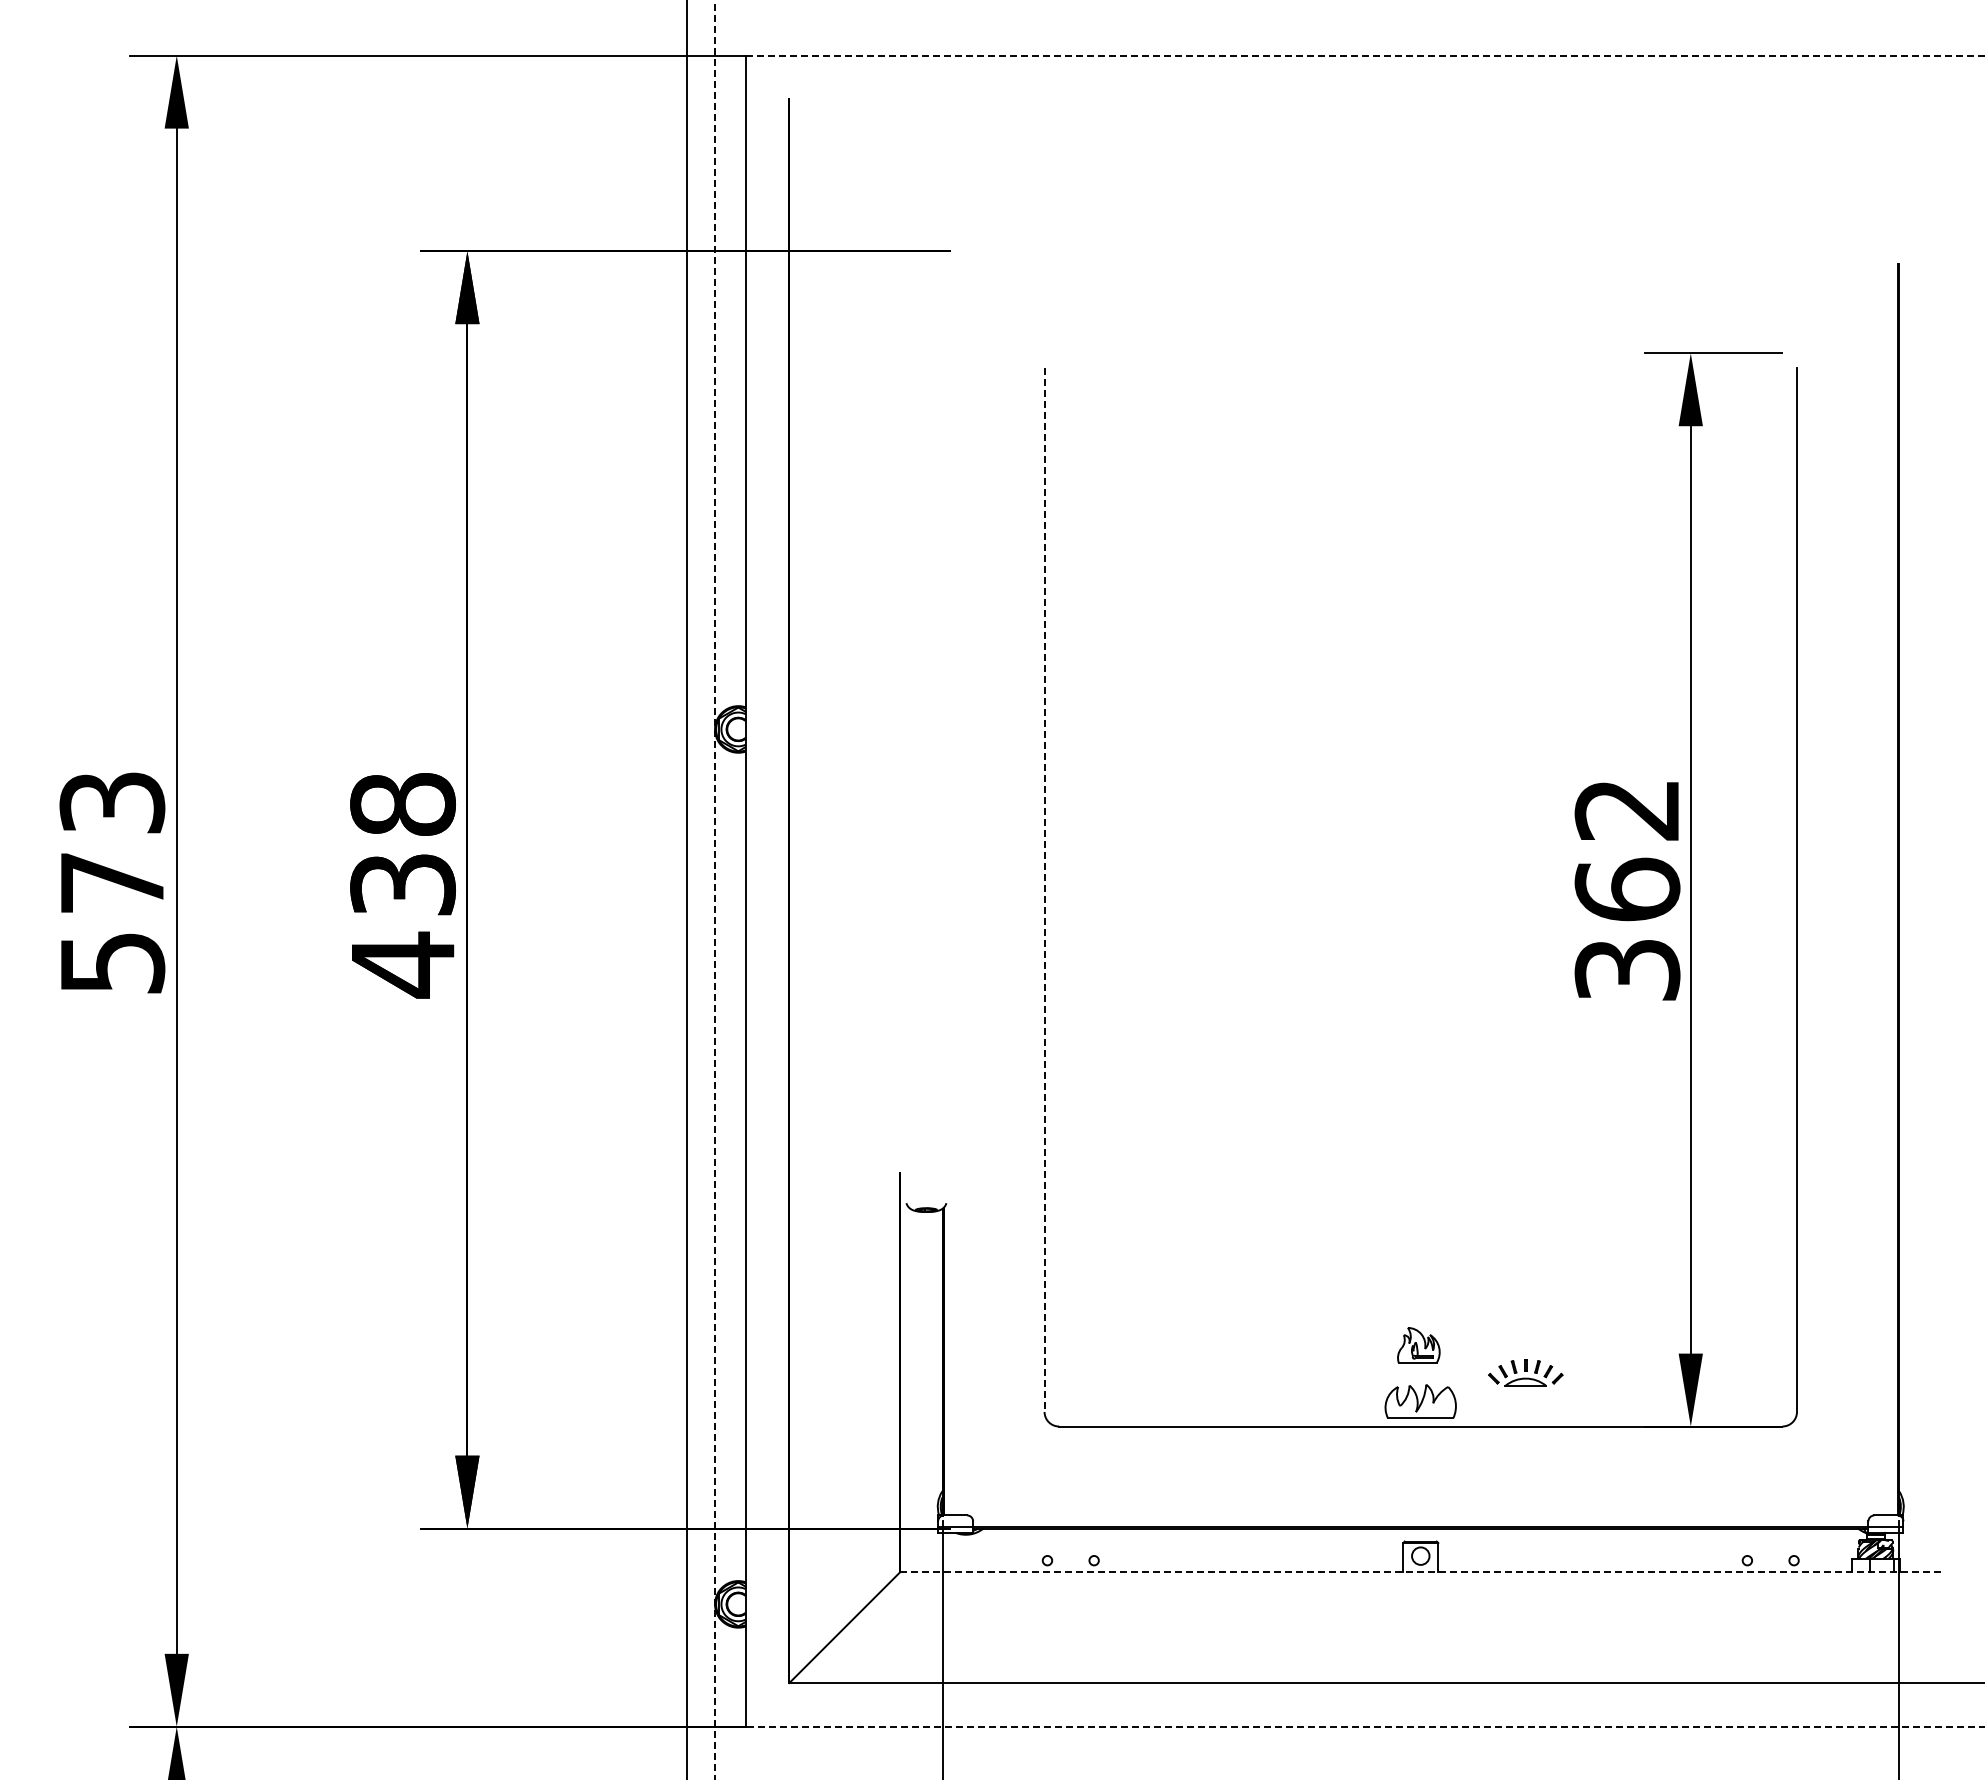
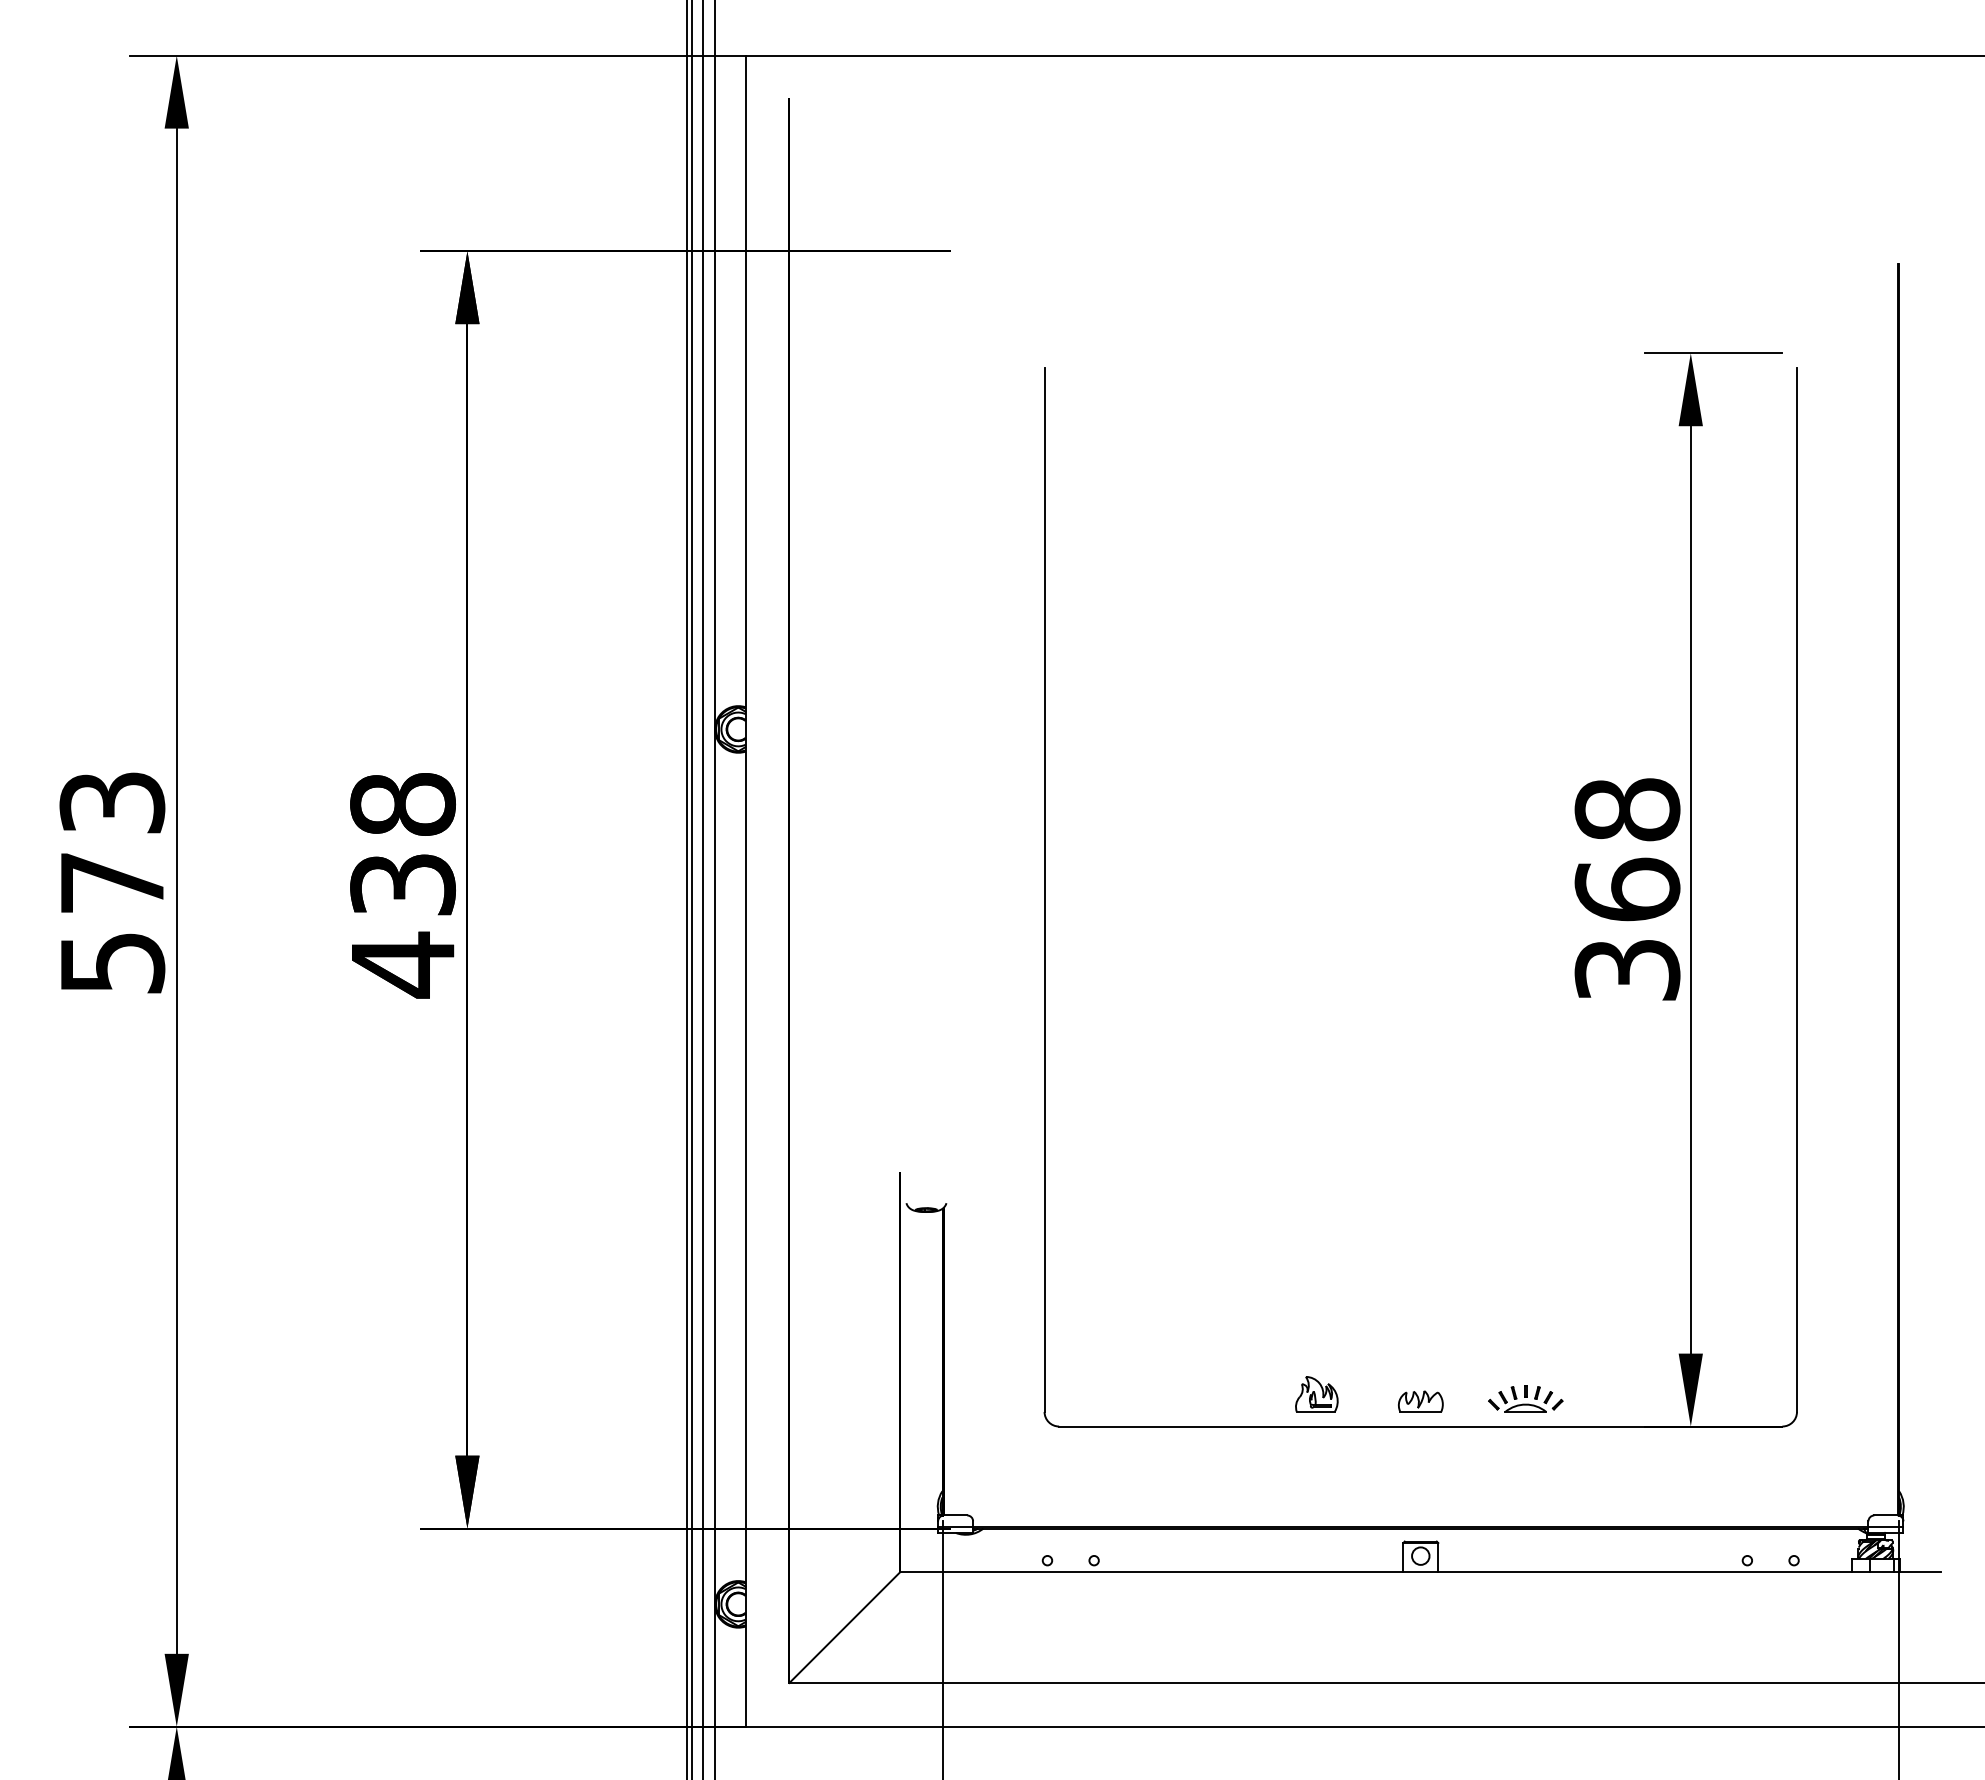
line at (1365, 55): dashed -> solid
text at (1627, 809): 362 -> 368
line at (691, 889): none -> present
line at (703, 889): none -> present
line at (715, 889): dashed -> solid
line at (1044, 890): dashed -> solid
part at (1418, 1345) position: (1418, 1345) -> (1316, 1394)
part at (1525, 1372) position: (1525, 1372) -> (1525, 1398)
part at (1420, 1401) size: 73x35 px -> 46x23 px
line at (1420, 1572): dashed -> solid
line at (1365, 1726): dashed -> solid
